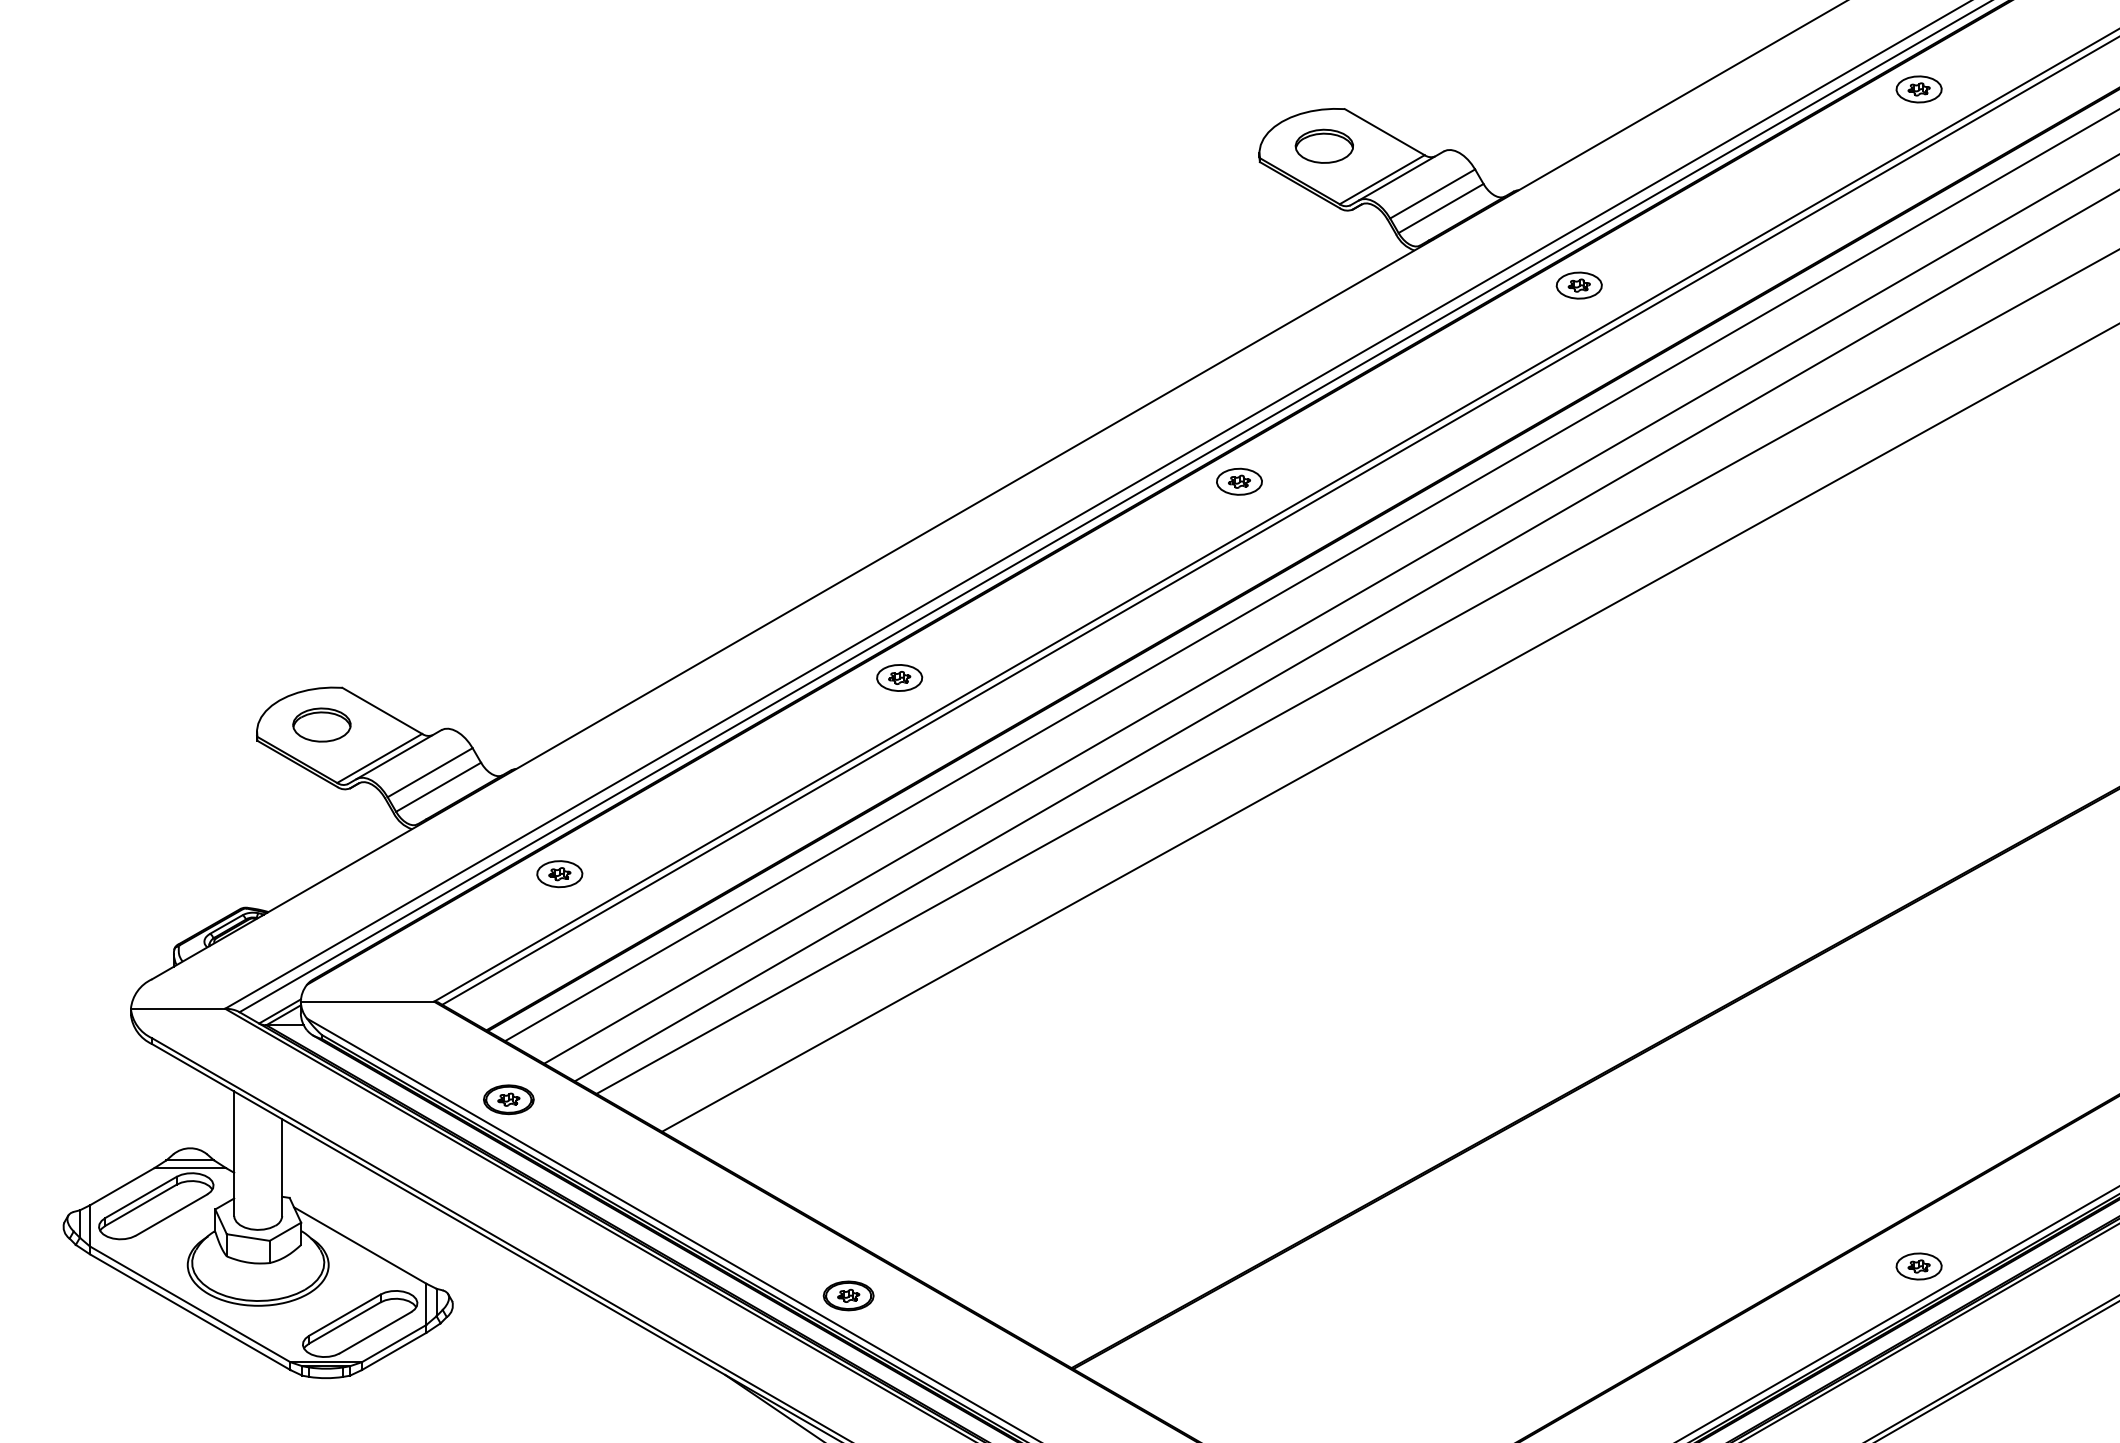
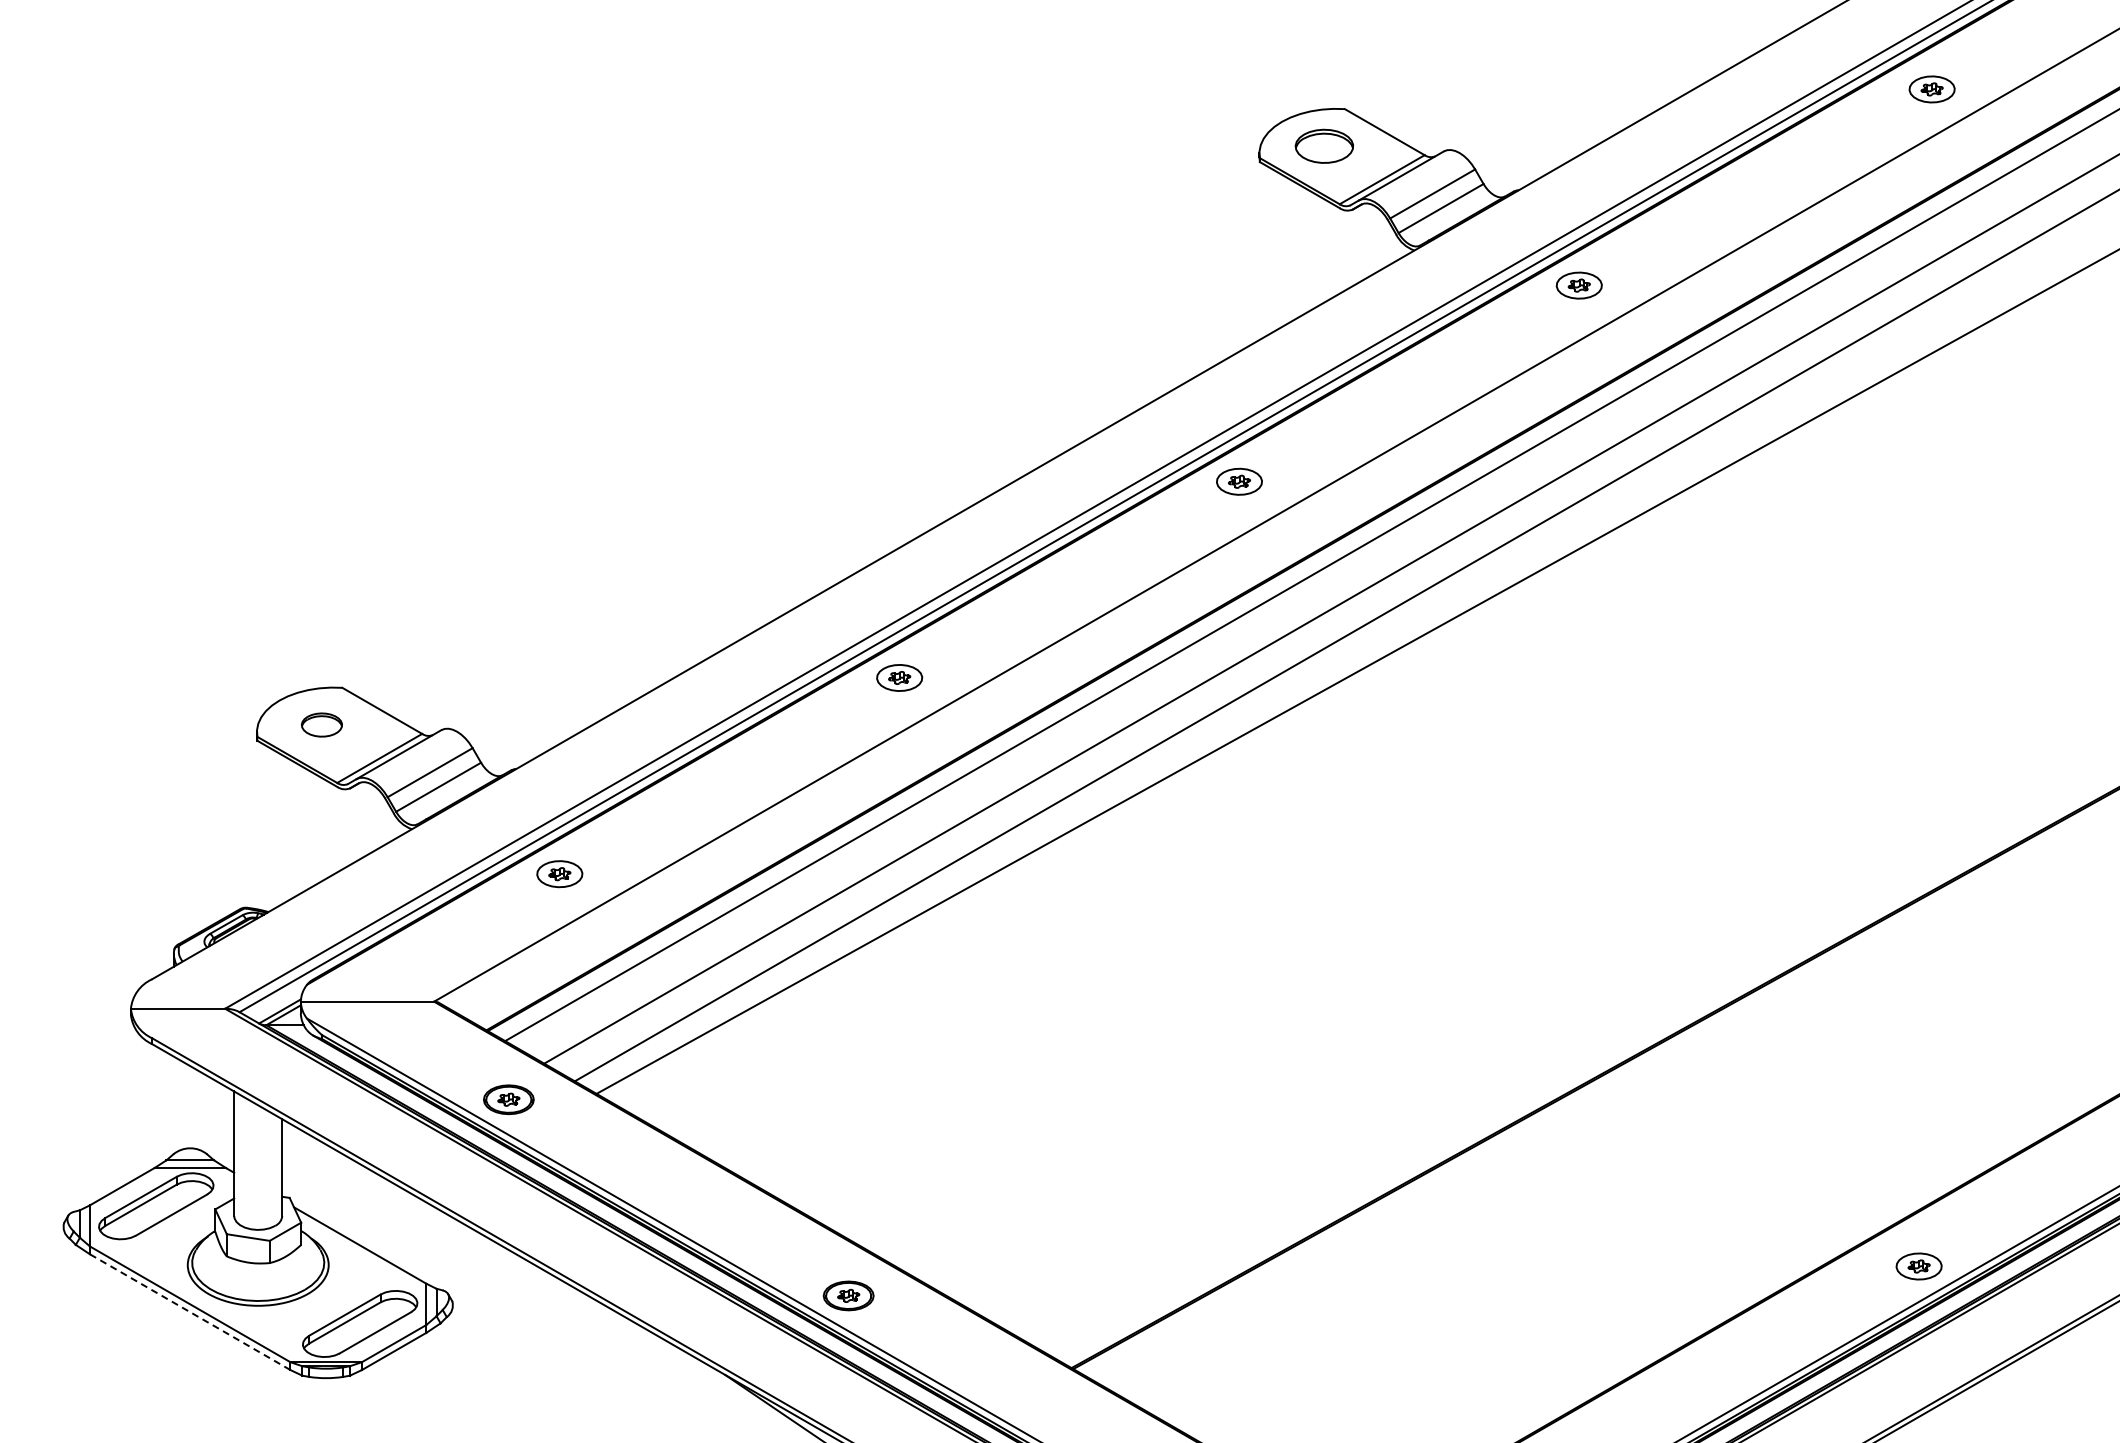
part at (1918, 89) position: (1918, 89) -> (1931, 89)
line at (1279, 521): present -> none
part at (321, 724) size: 60x36 px -> 42x26 px
line at (1389, 728): present -> none
line at (190, 1312): solid -> dashed
